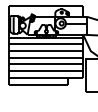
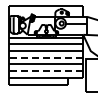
line at (45, 57): solid -> dashed
line at (45, 70): solid -> dashed
